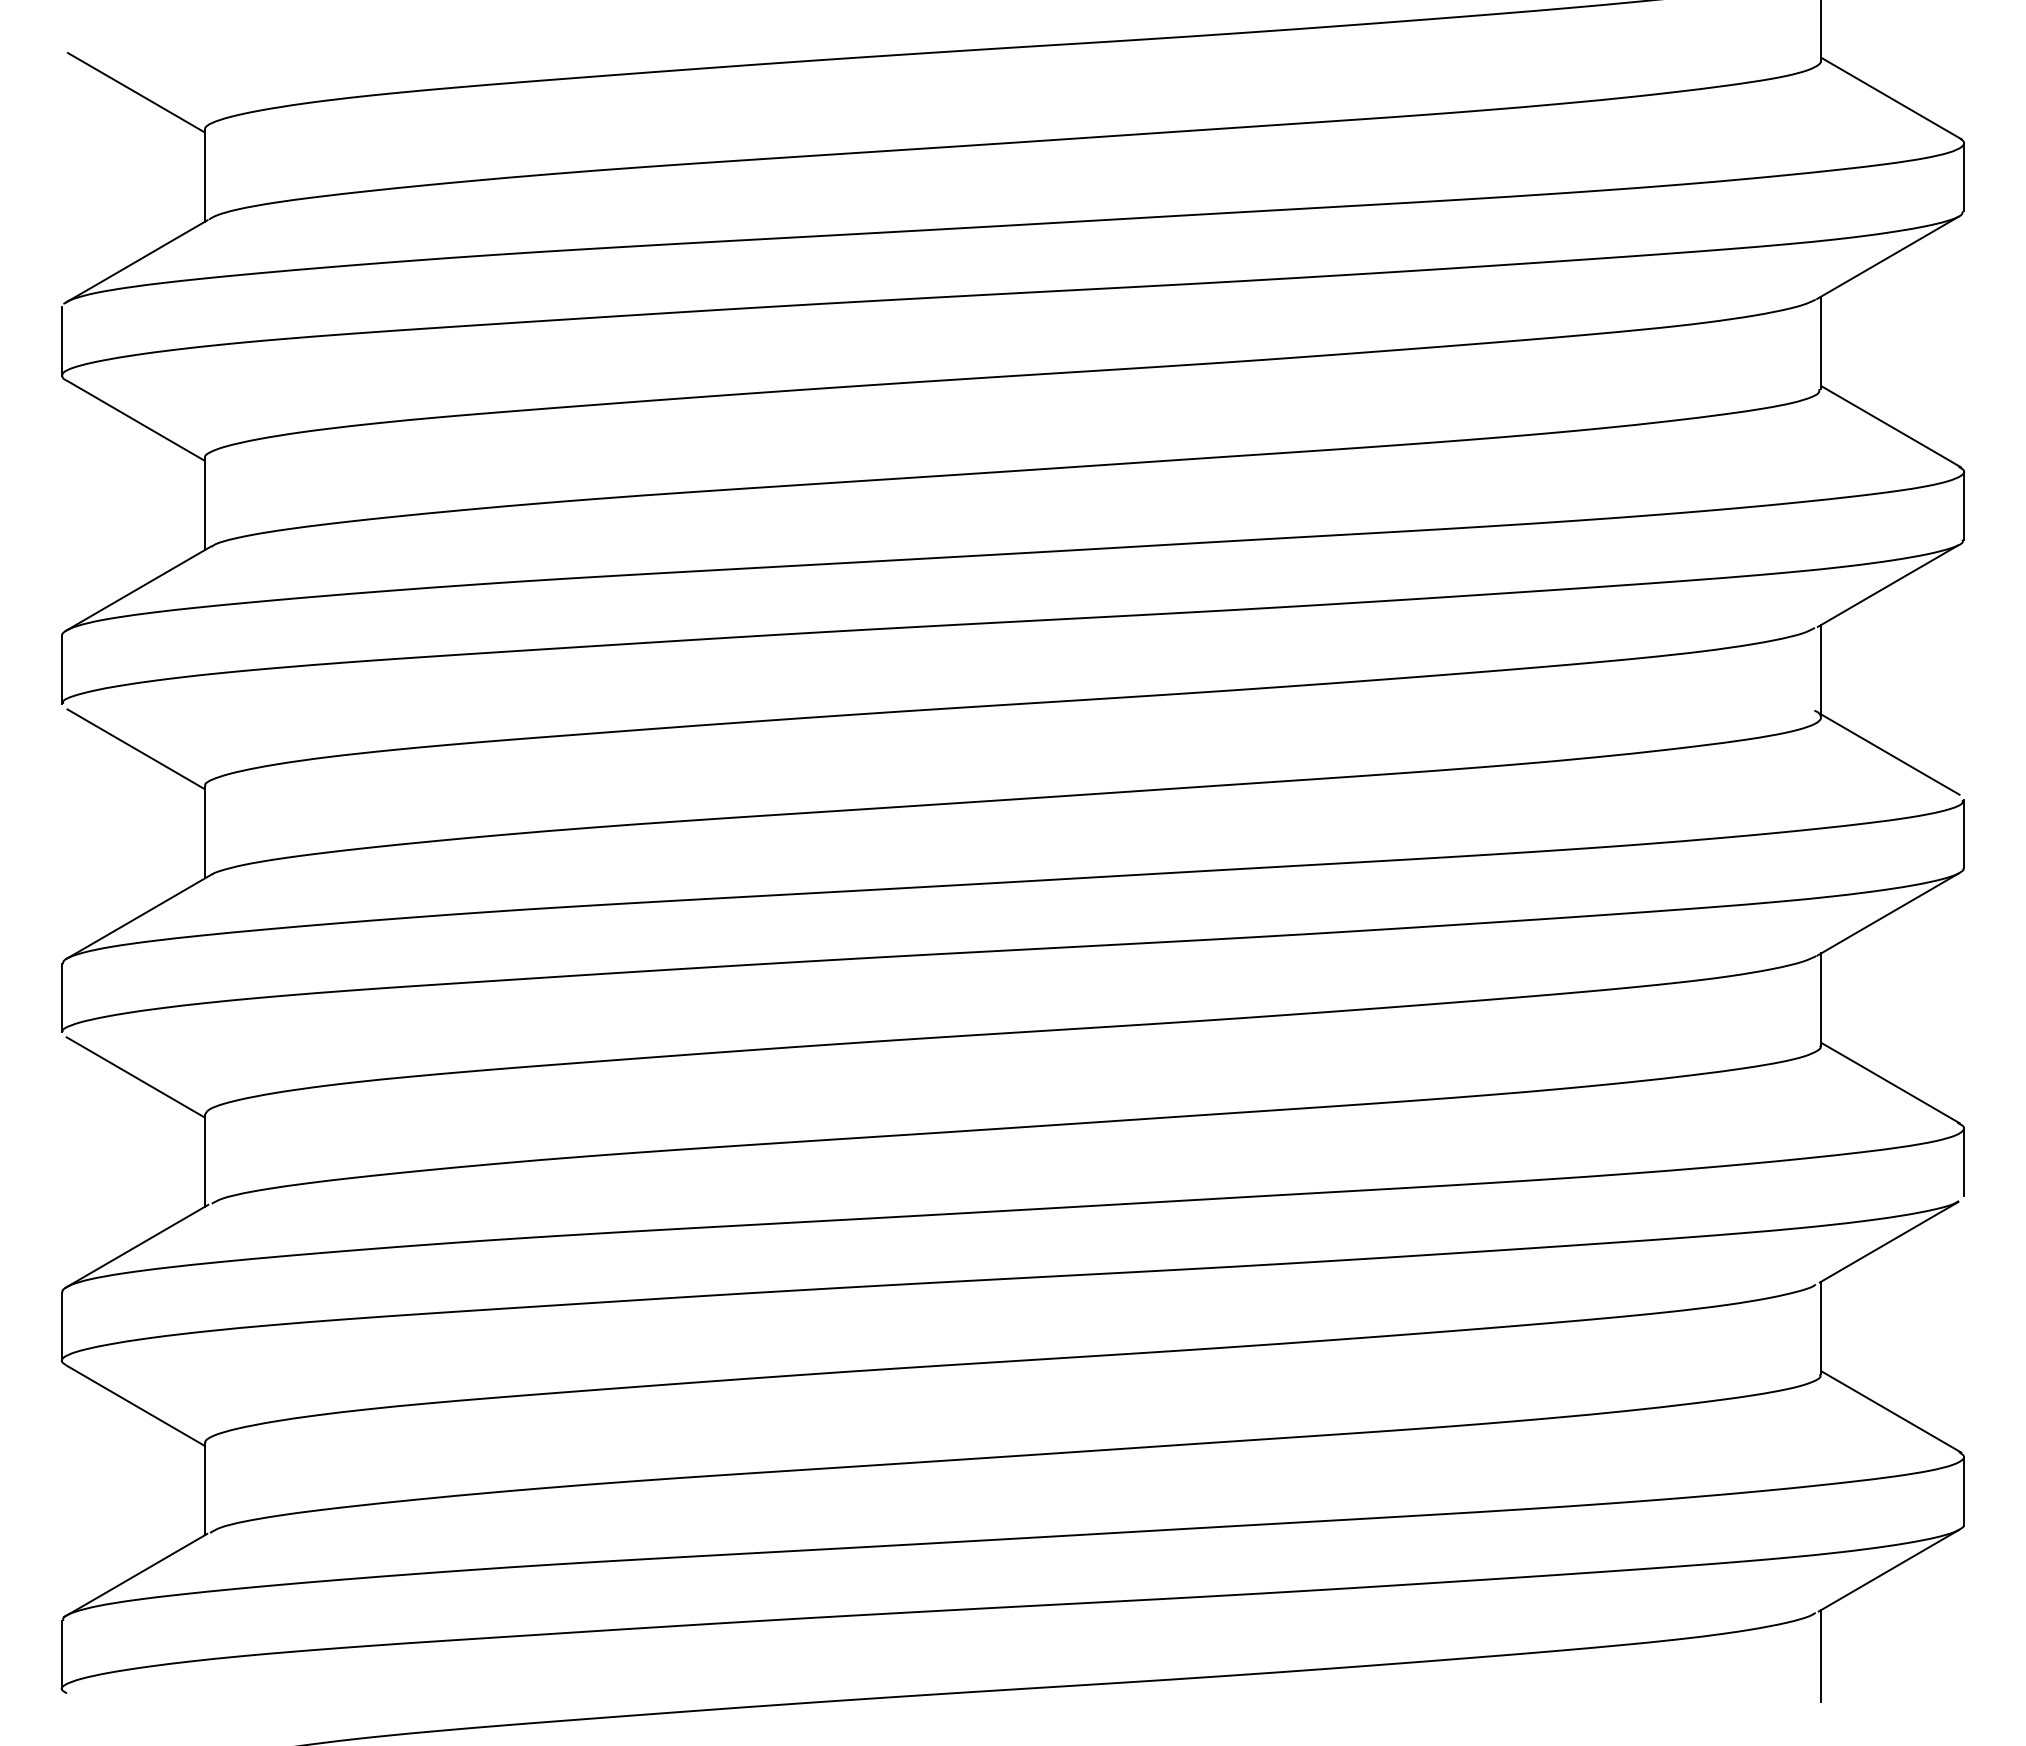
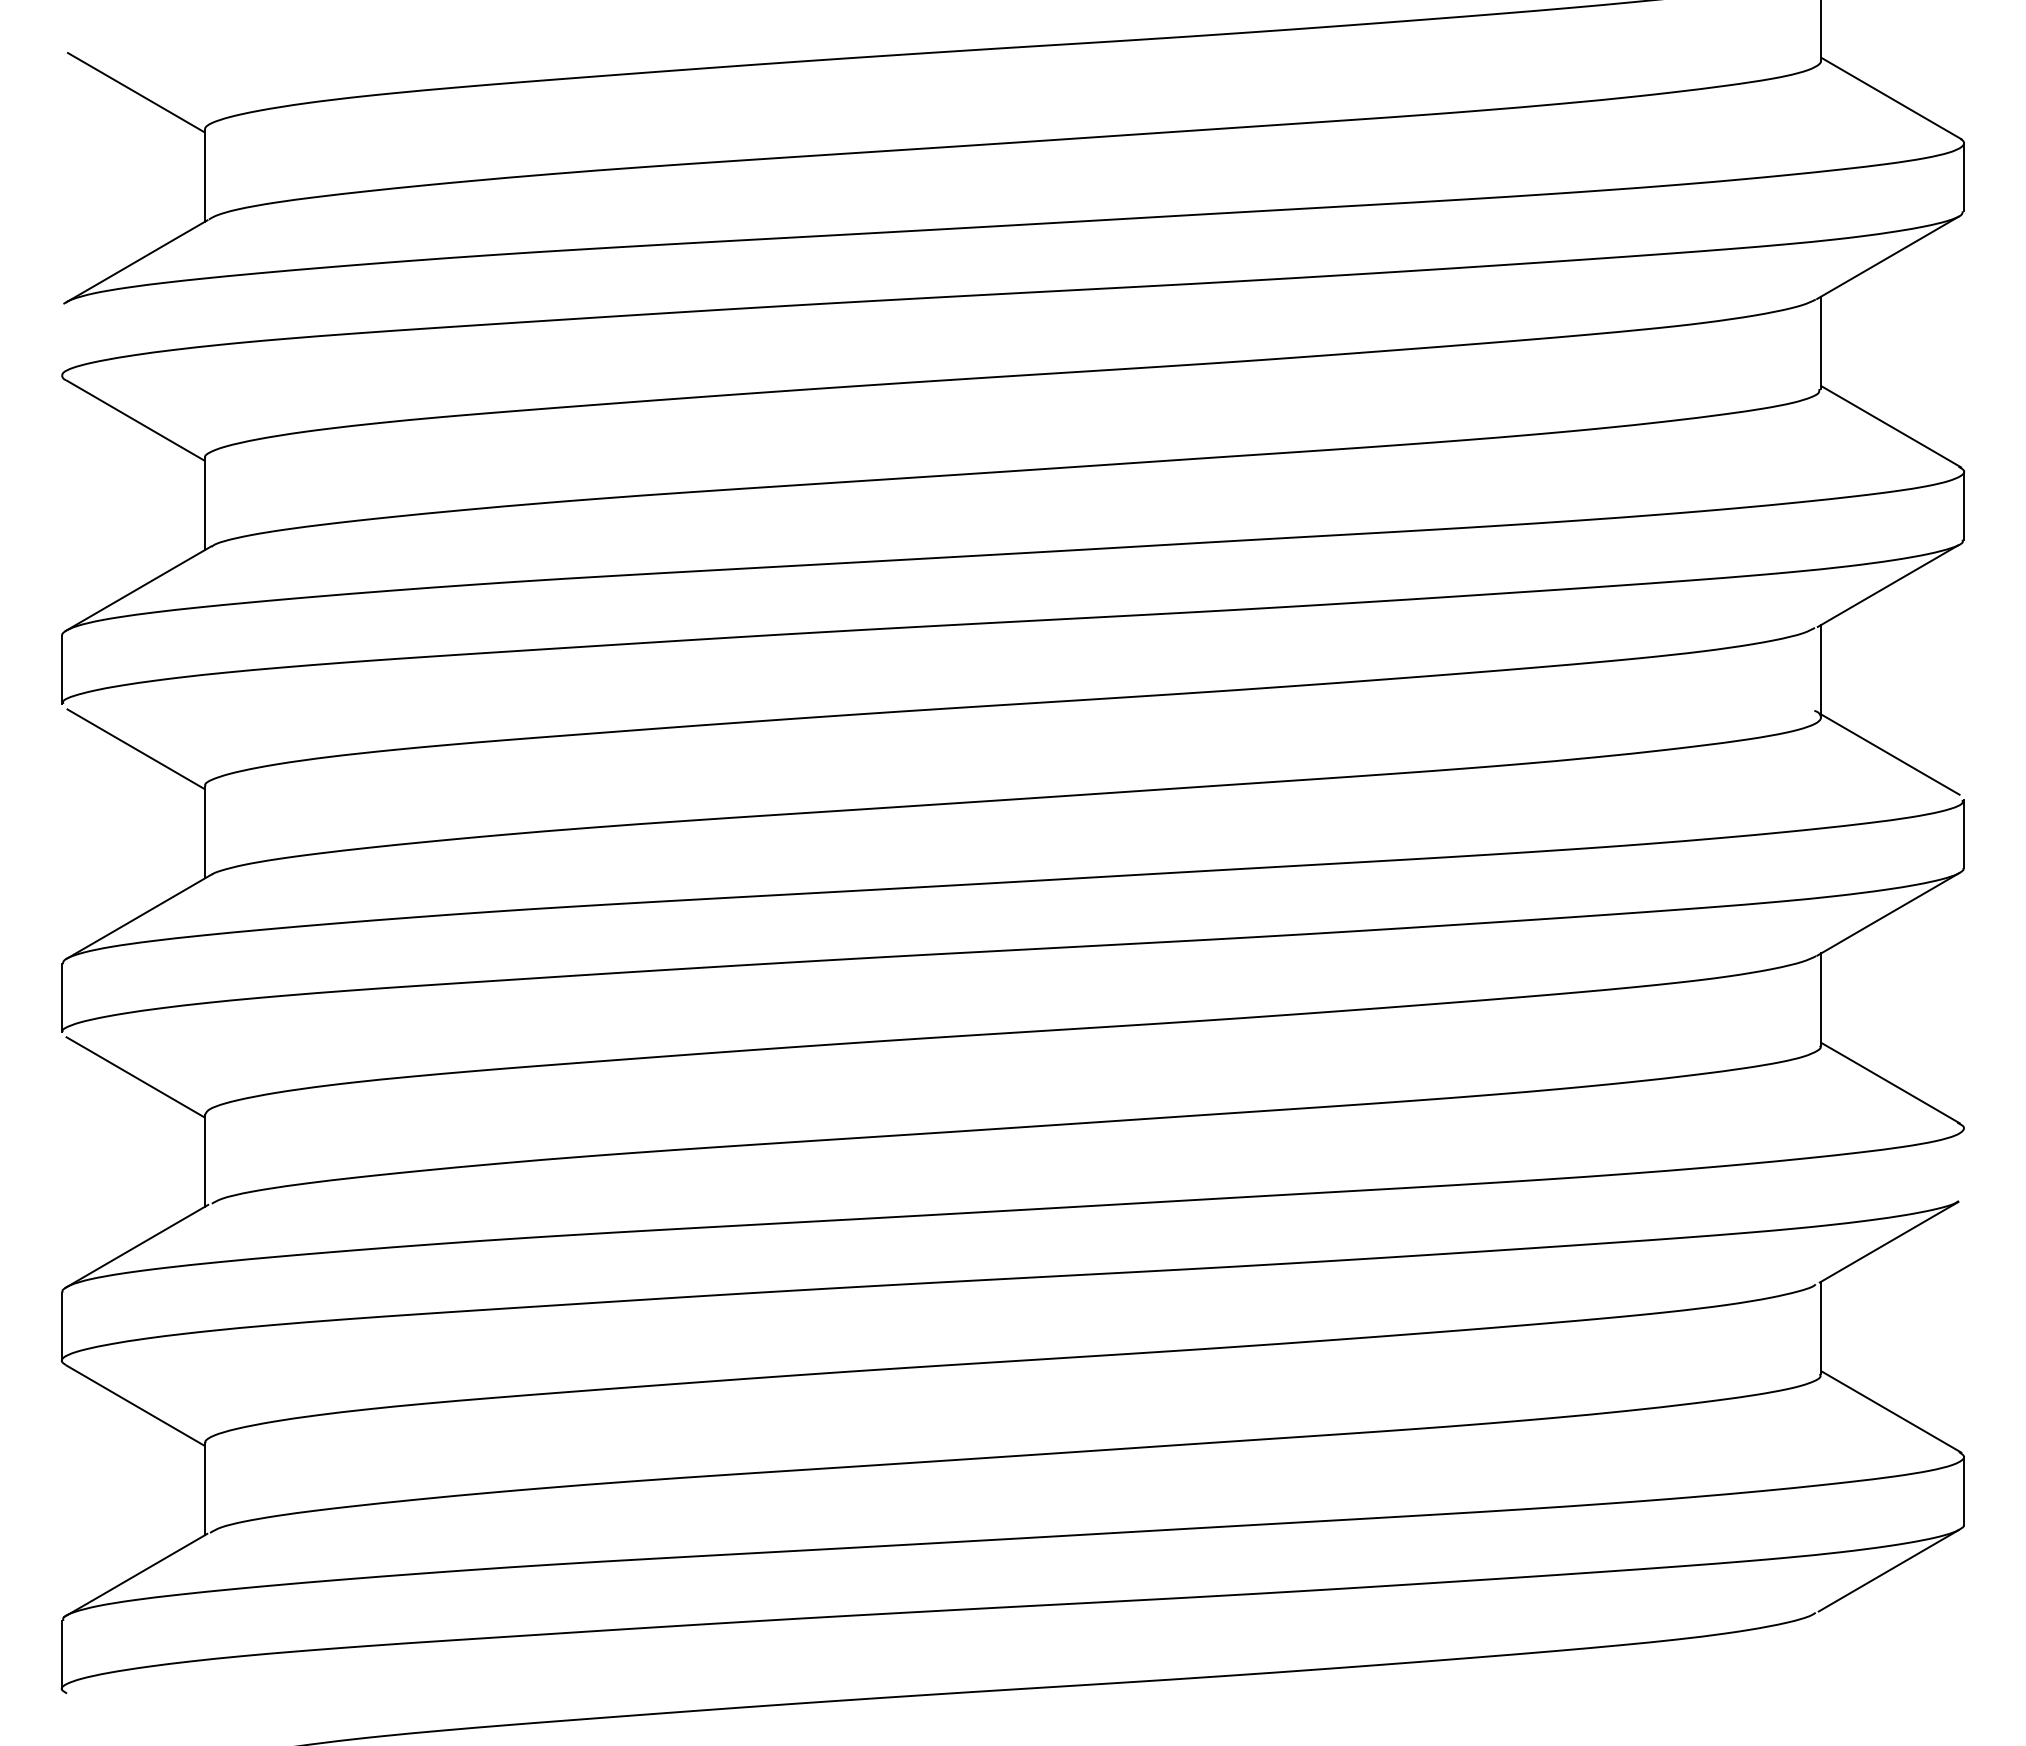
line at (61, 341): present -> none
line at (1963, 1162): present -> none
line at (1820, 1656): present -> none
